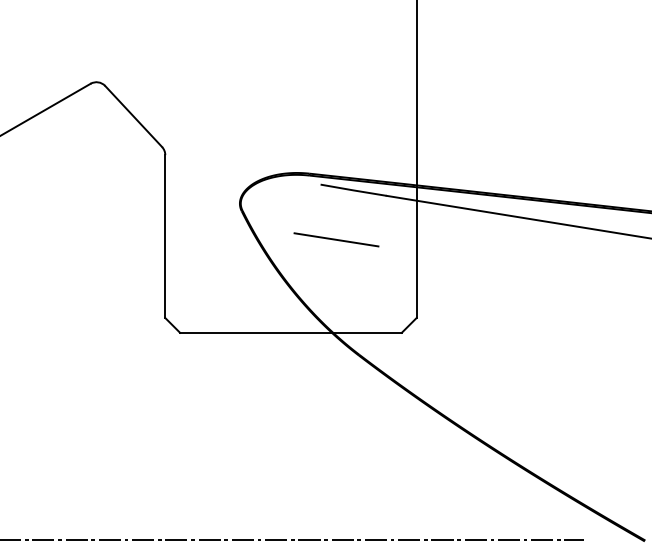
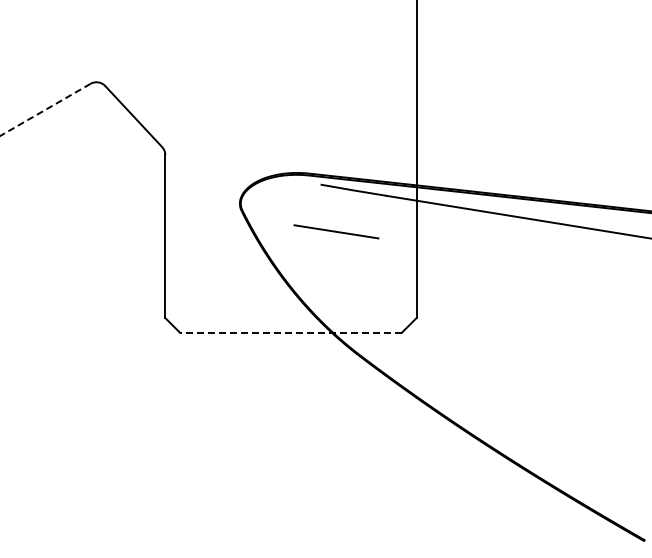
line at (44, 110): solid -> dashed
line at (336, 239) position: (336, 239) -> (336, 231)
line at (290, 332): solid -> dashed
line at (292, 539): present -> none
